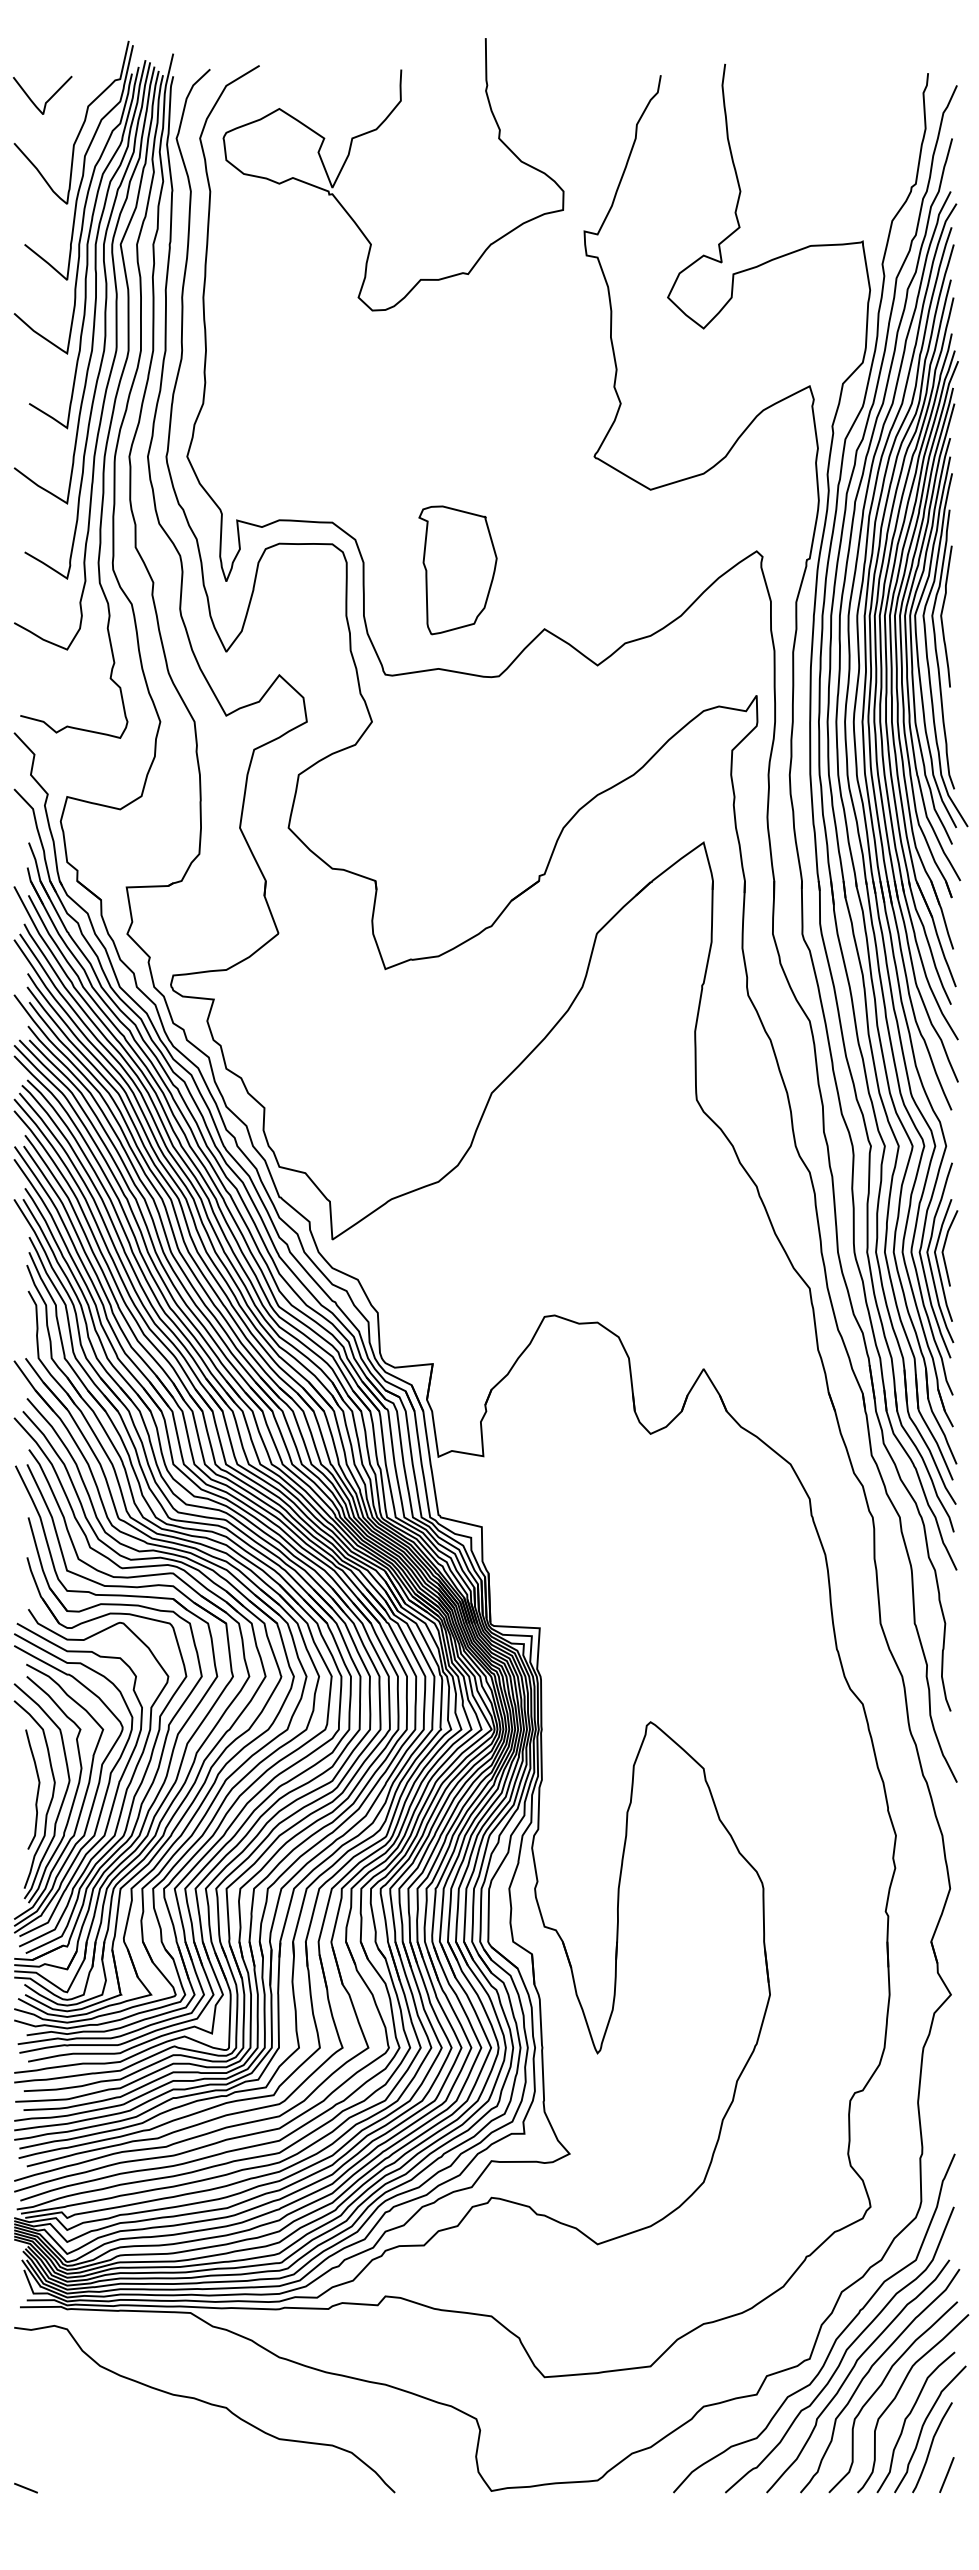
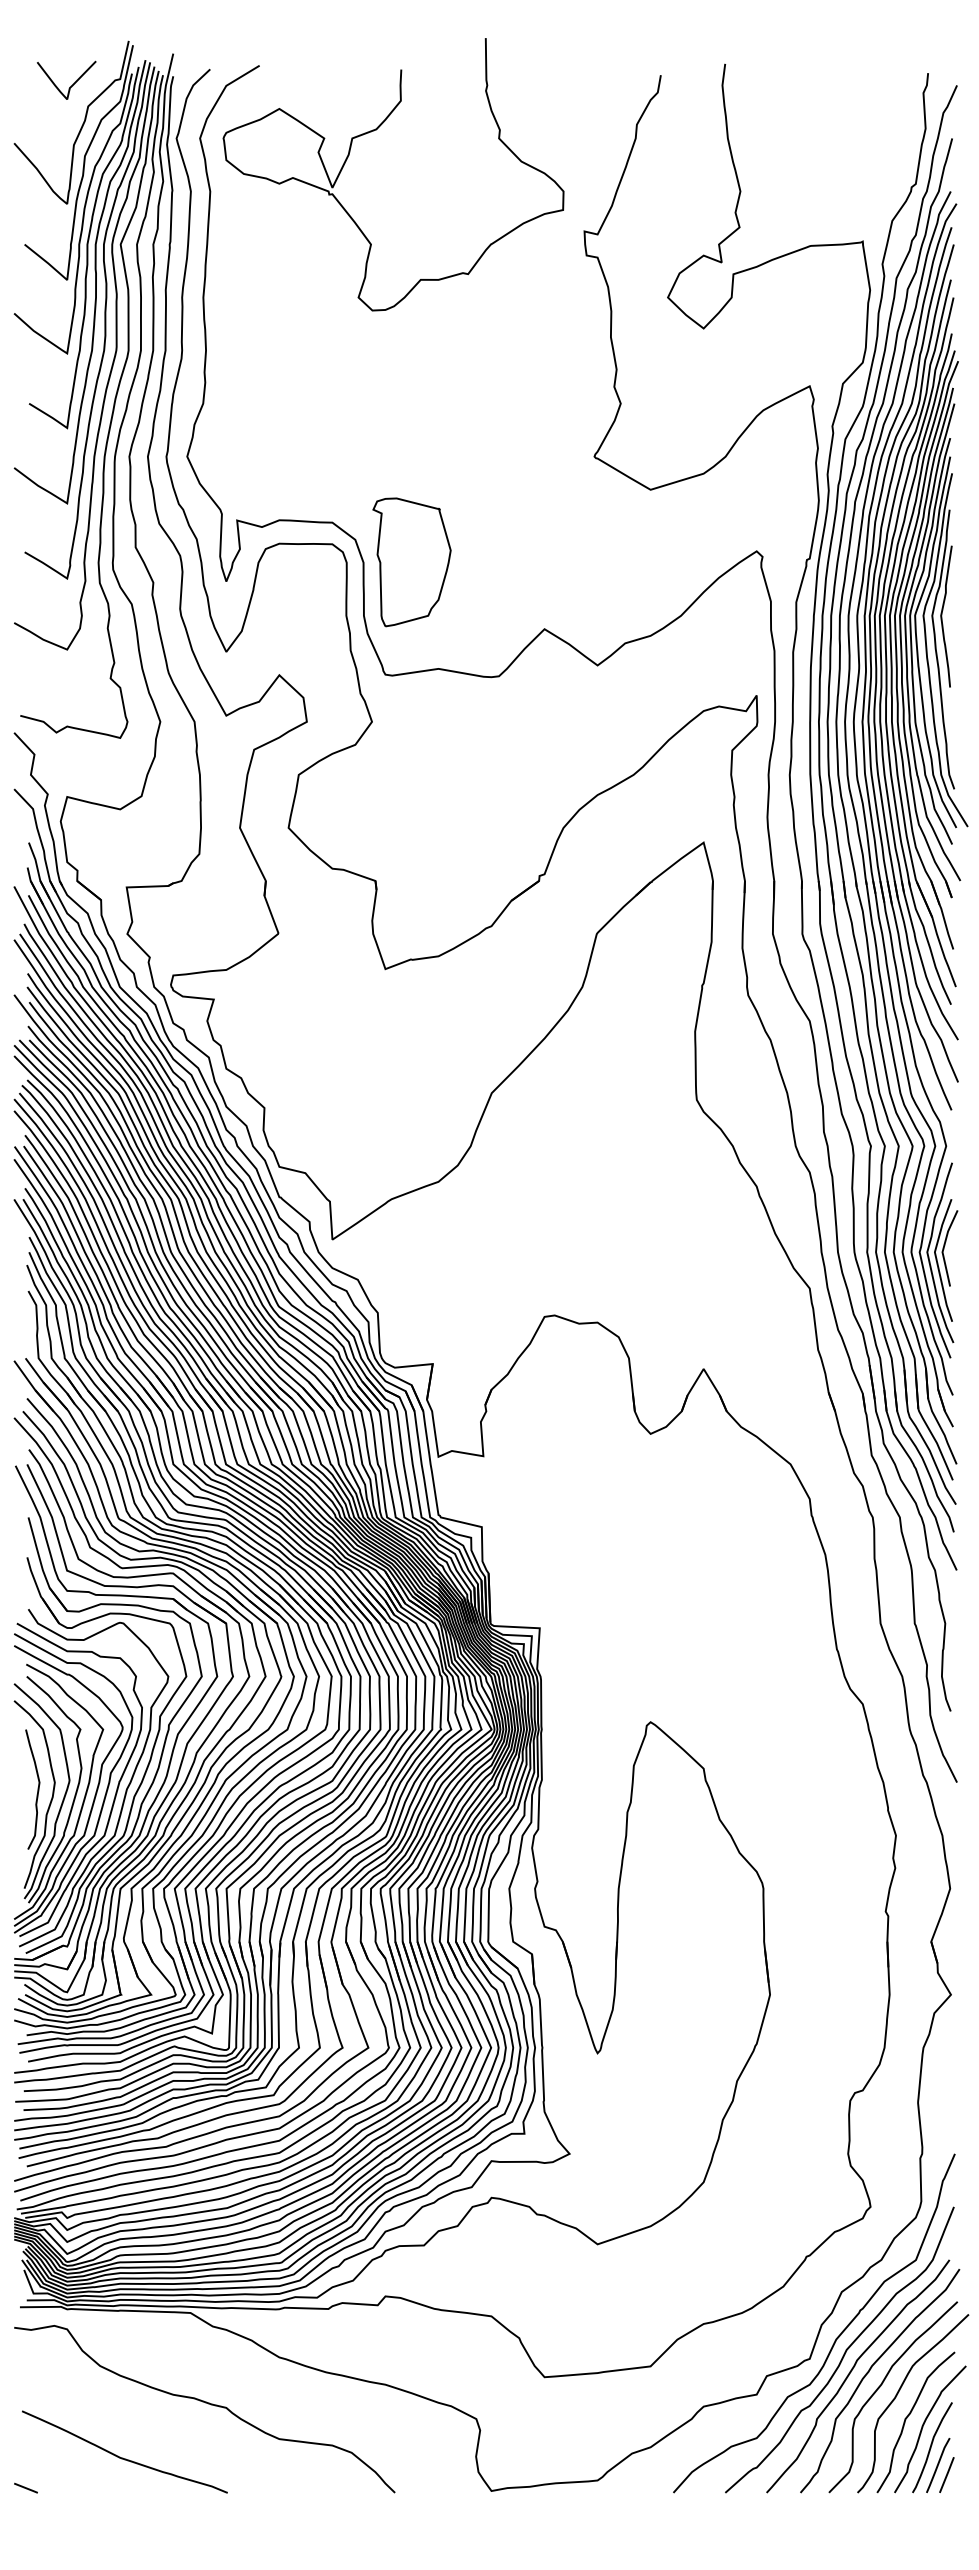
curve at (48, 99) position: (48, 99) -> (72, 84)
part at (457, 570) position: (457, 570) -> (411, 562)
curve at (123, 2457): none -> present
line at (938, 2465): none -> present
